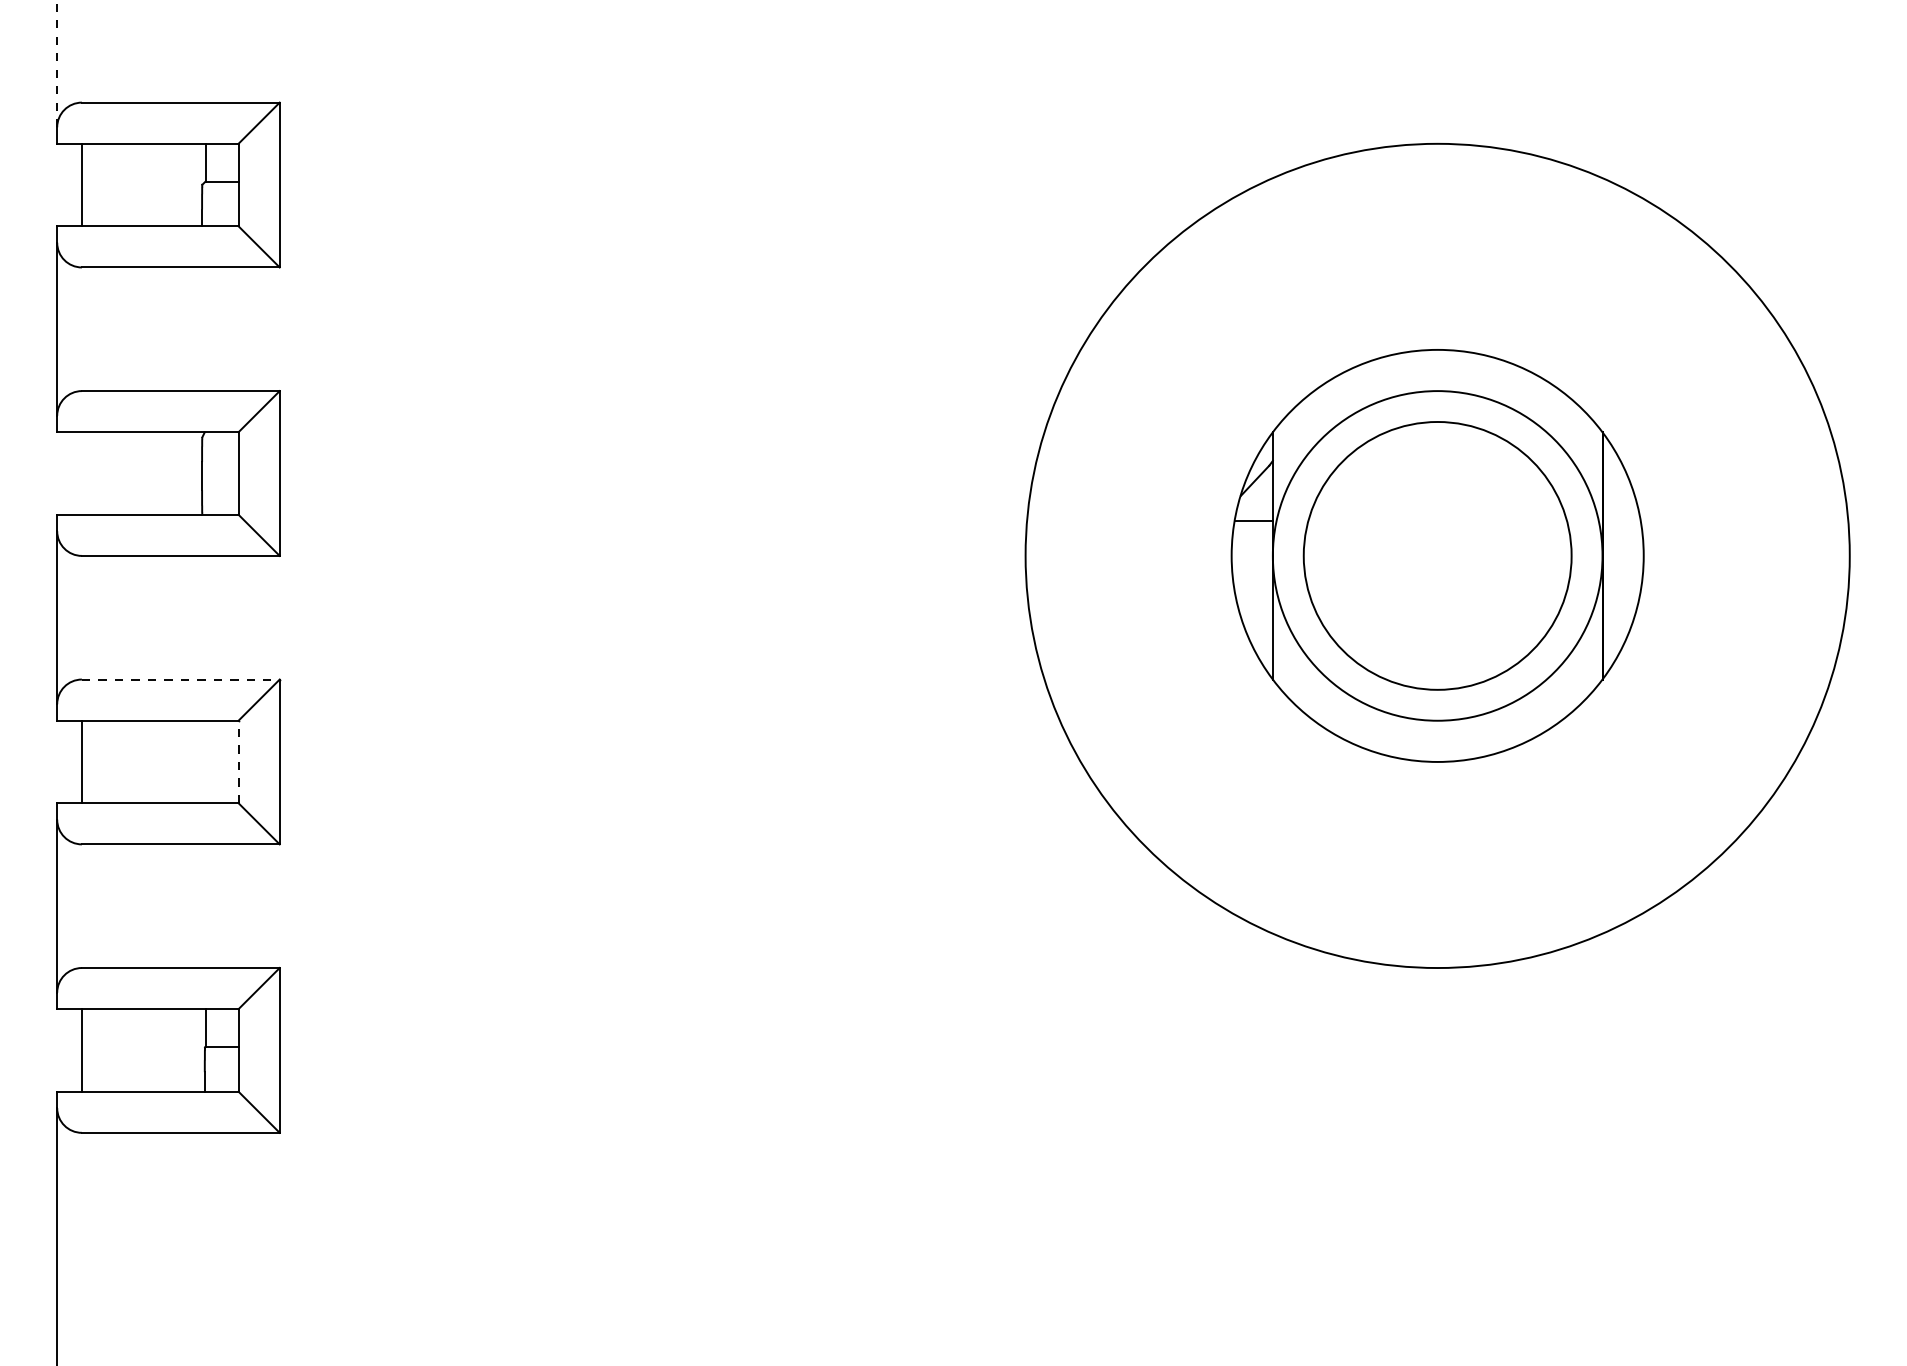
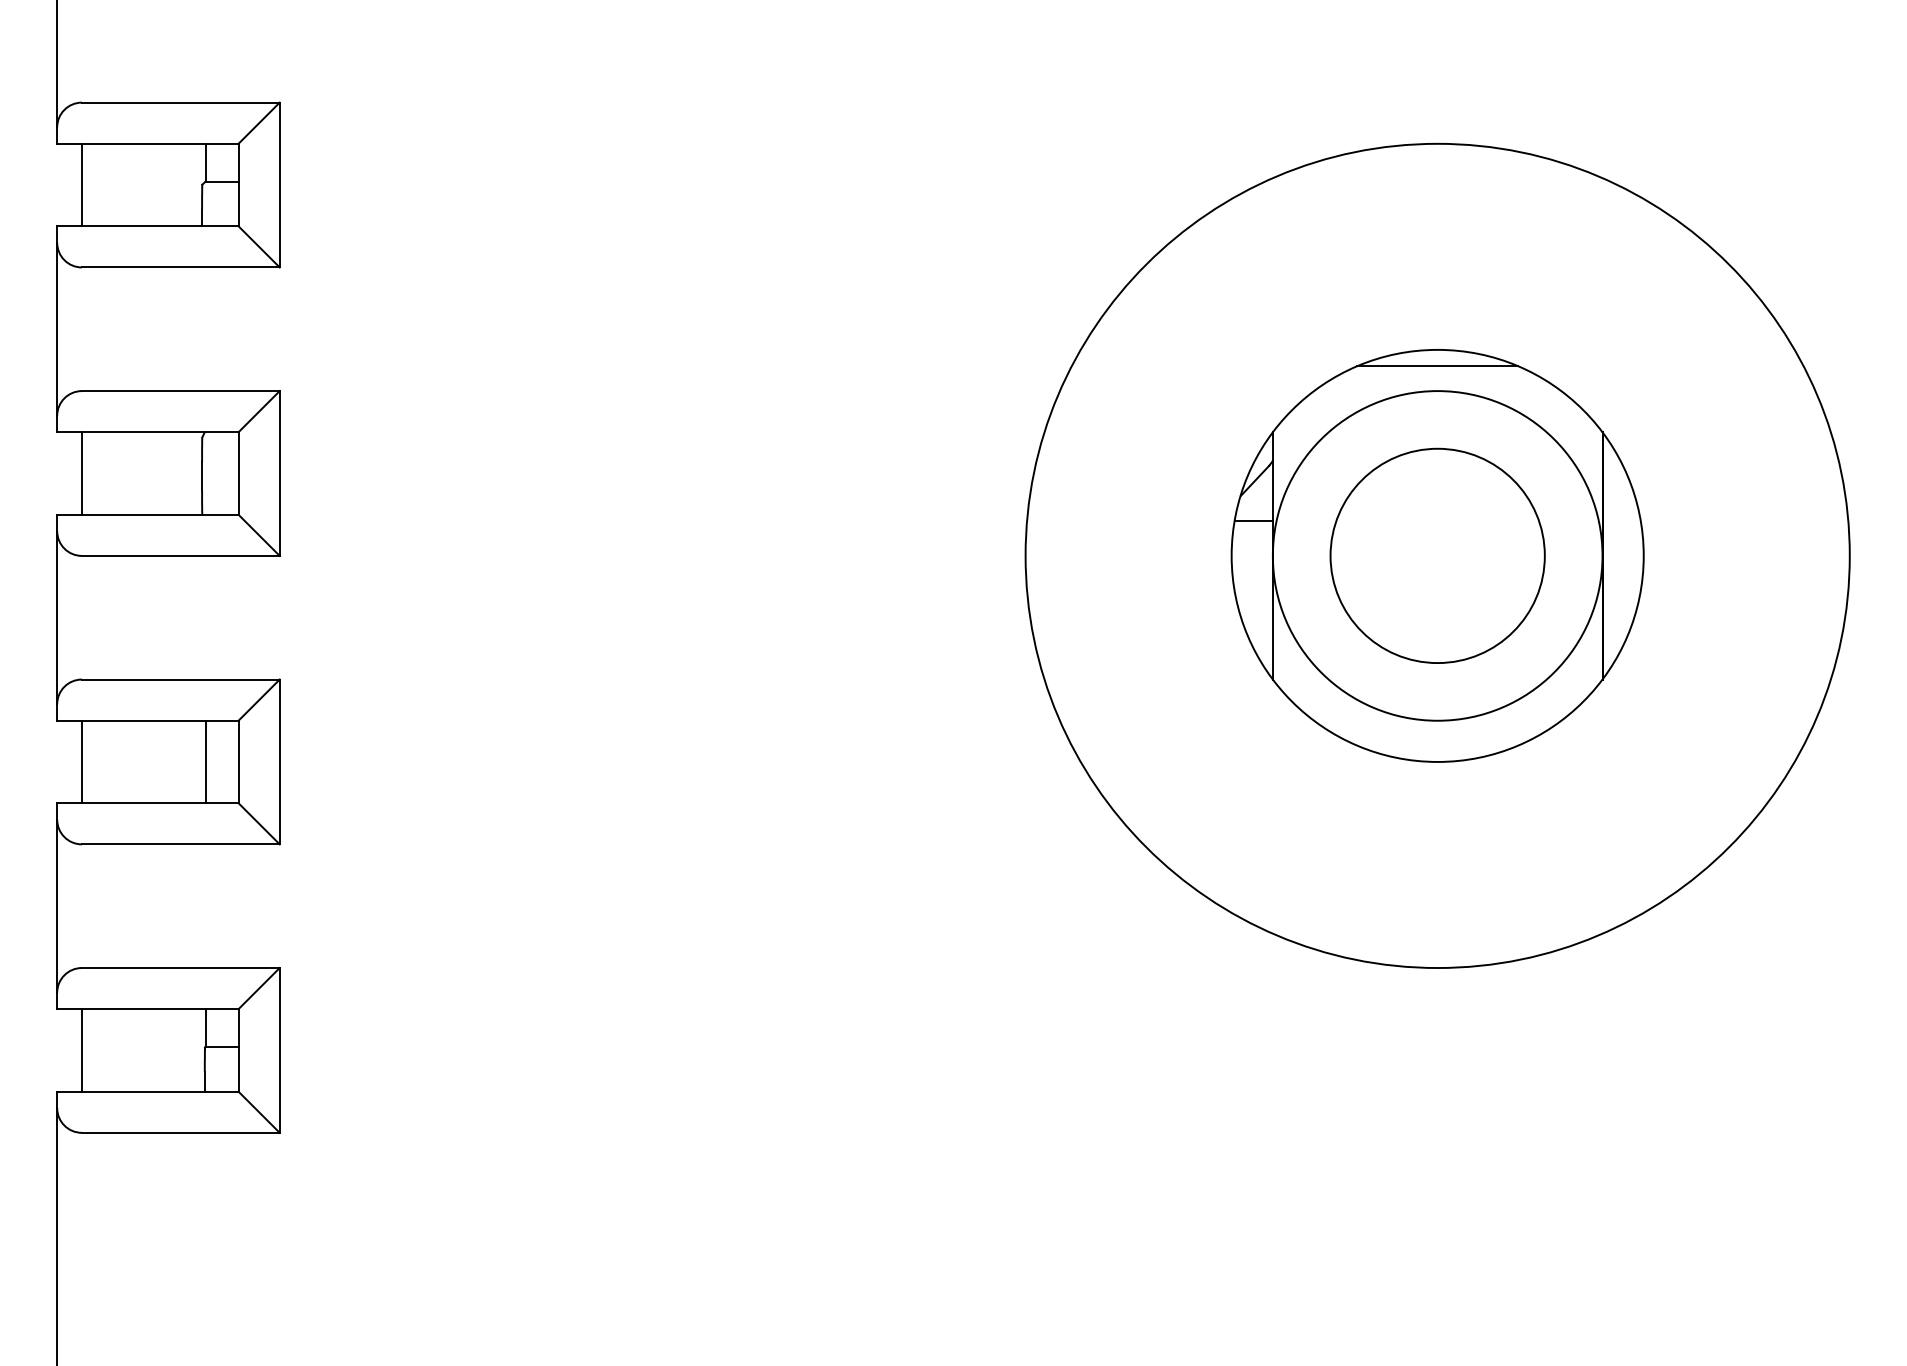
line at (57, 63): dashed -> solid
line at (1437, 366): none -> present
line at (81, 473): none -> present
circle at (1437, 555) diameter: 268 px -> 214 px
line at (180, 679): dashed -> solid
line at (205, 761): none -> present
line at (238, 761): dashed -> solid
